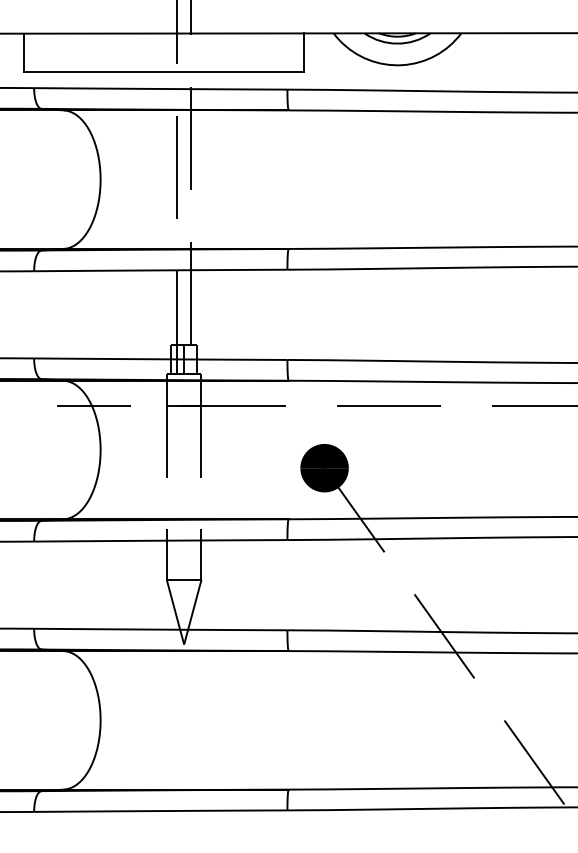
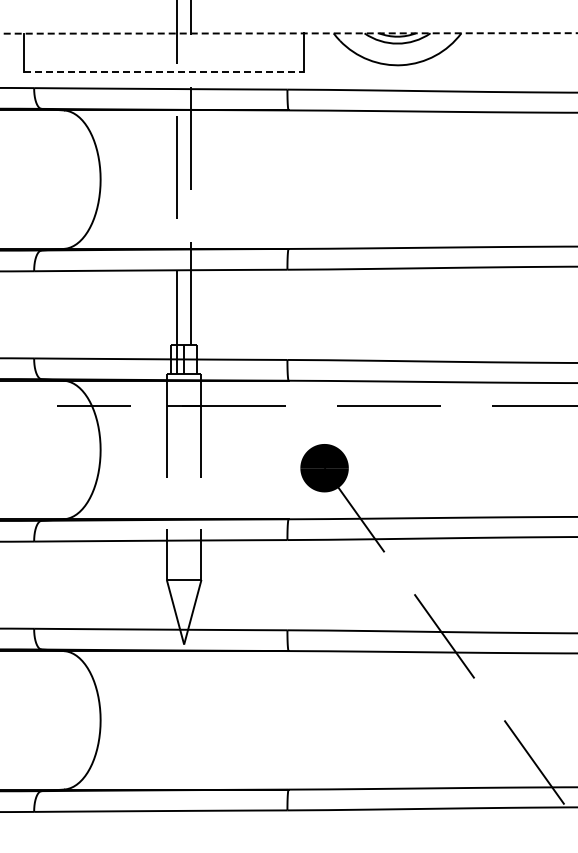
line at (289, 33): solid -> dashed
line at (164, 72): solid -> dashed
